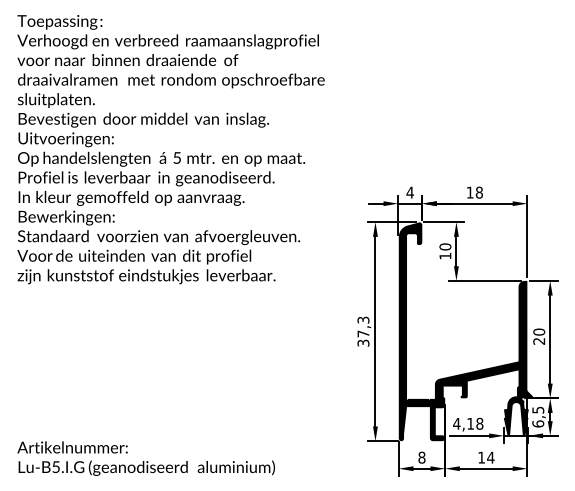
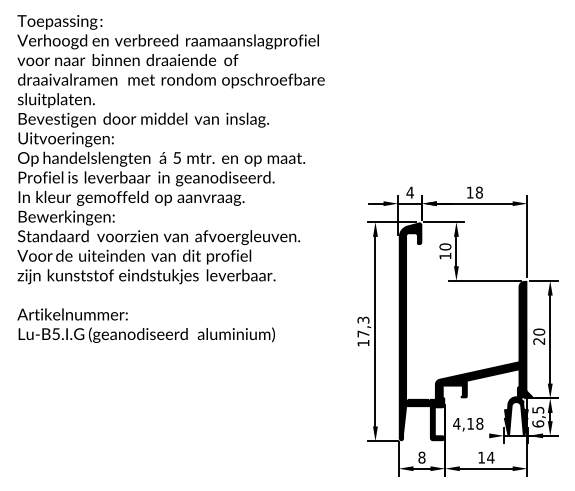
text at (363, 342): 37,3 -> 17,3
line at (469, 435): present -> none
text at (145, 458) position: (145, 458) -> (145, 325)
